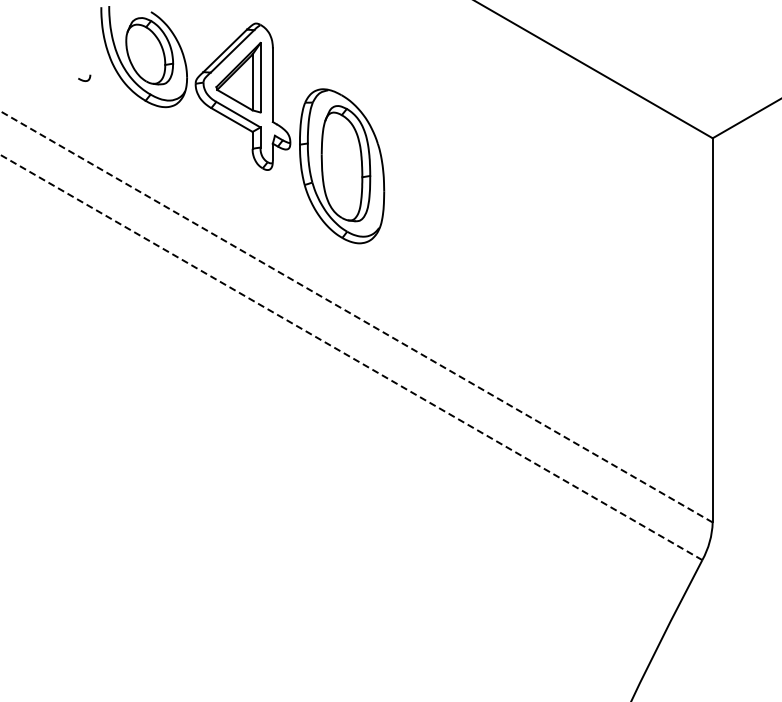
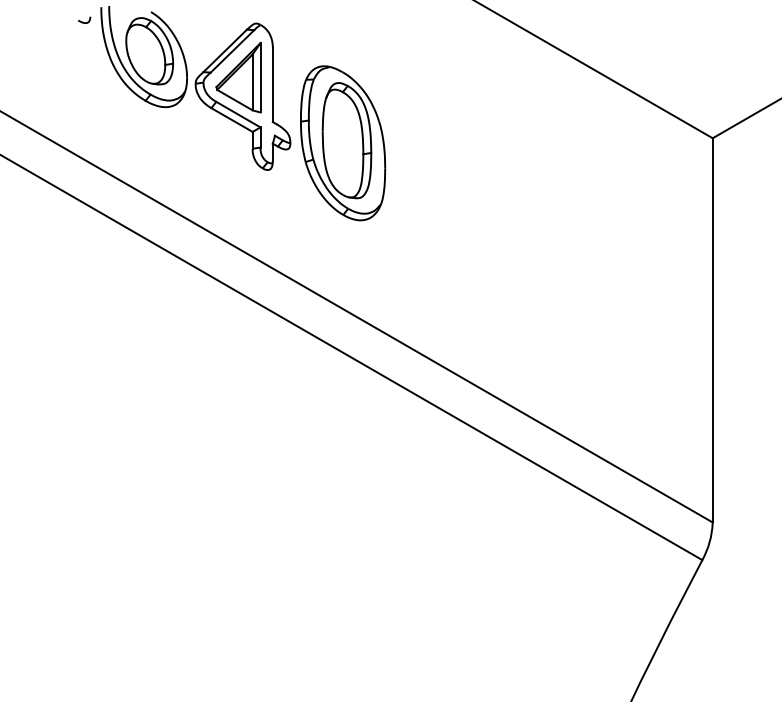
curve at (83, 79) position: (83, 79) -> (83, 21)
part at (342, 166) position: (342, 166) -> (343, 143)
line at (356, 316): dashed -> solid
line at (350, 357): dashed -> solid
